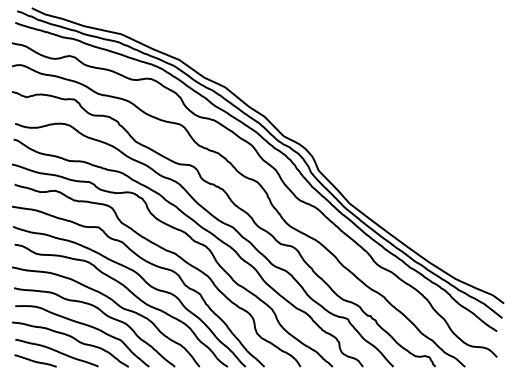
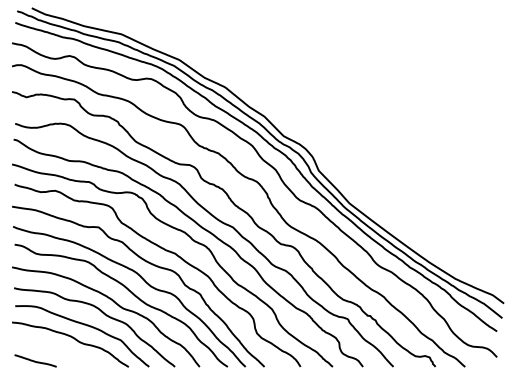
curve at (56, 351): present -> none
